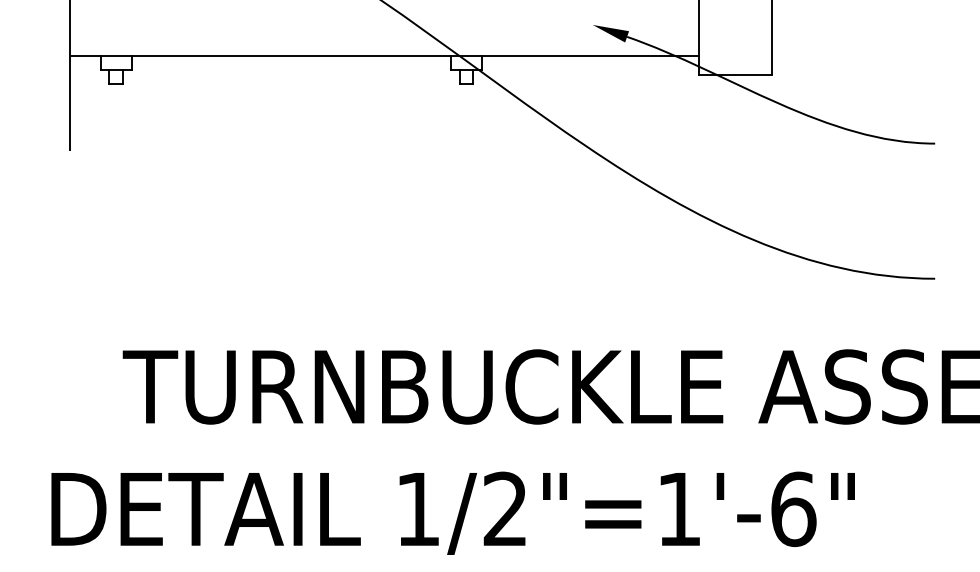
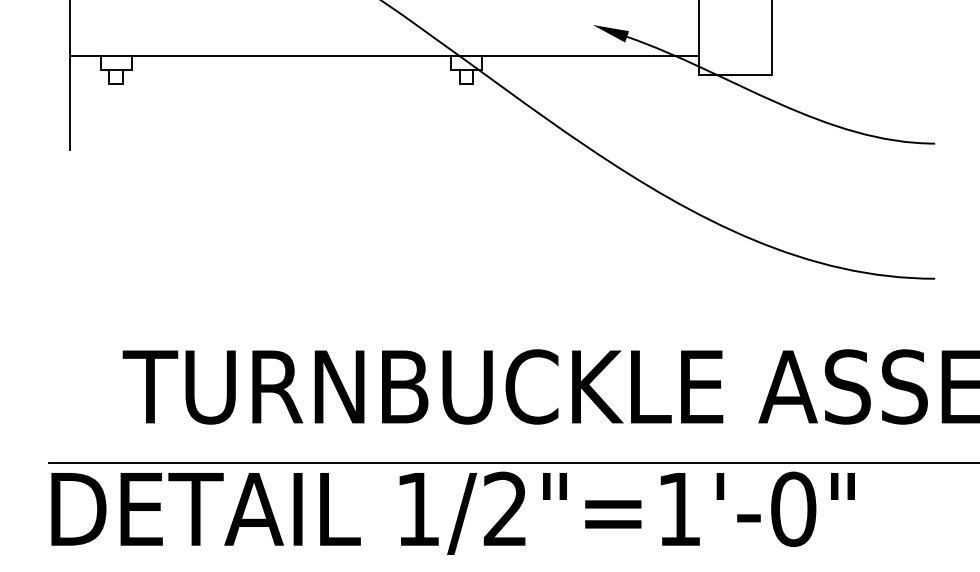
line at (512, 462): none -> present
text at (793, 508): 1/2"=1'-6" -> 1/2"=1'-0"
